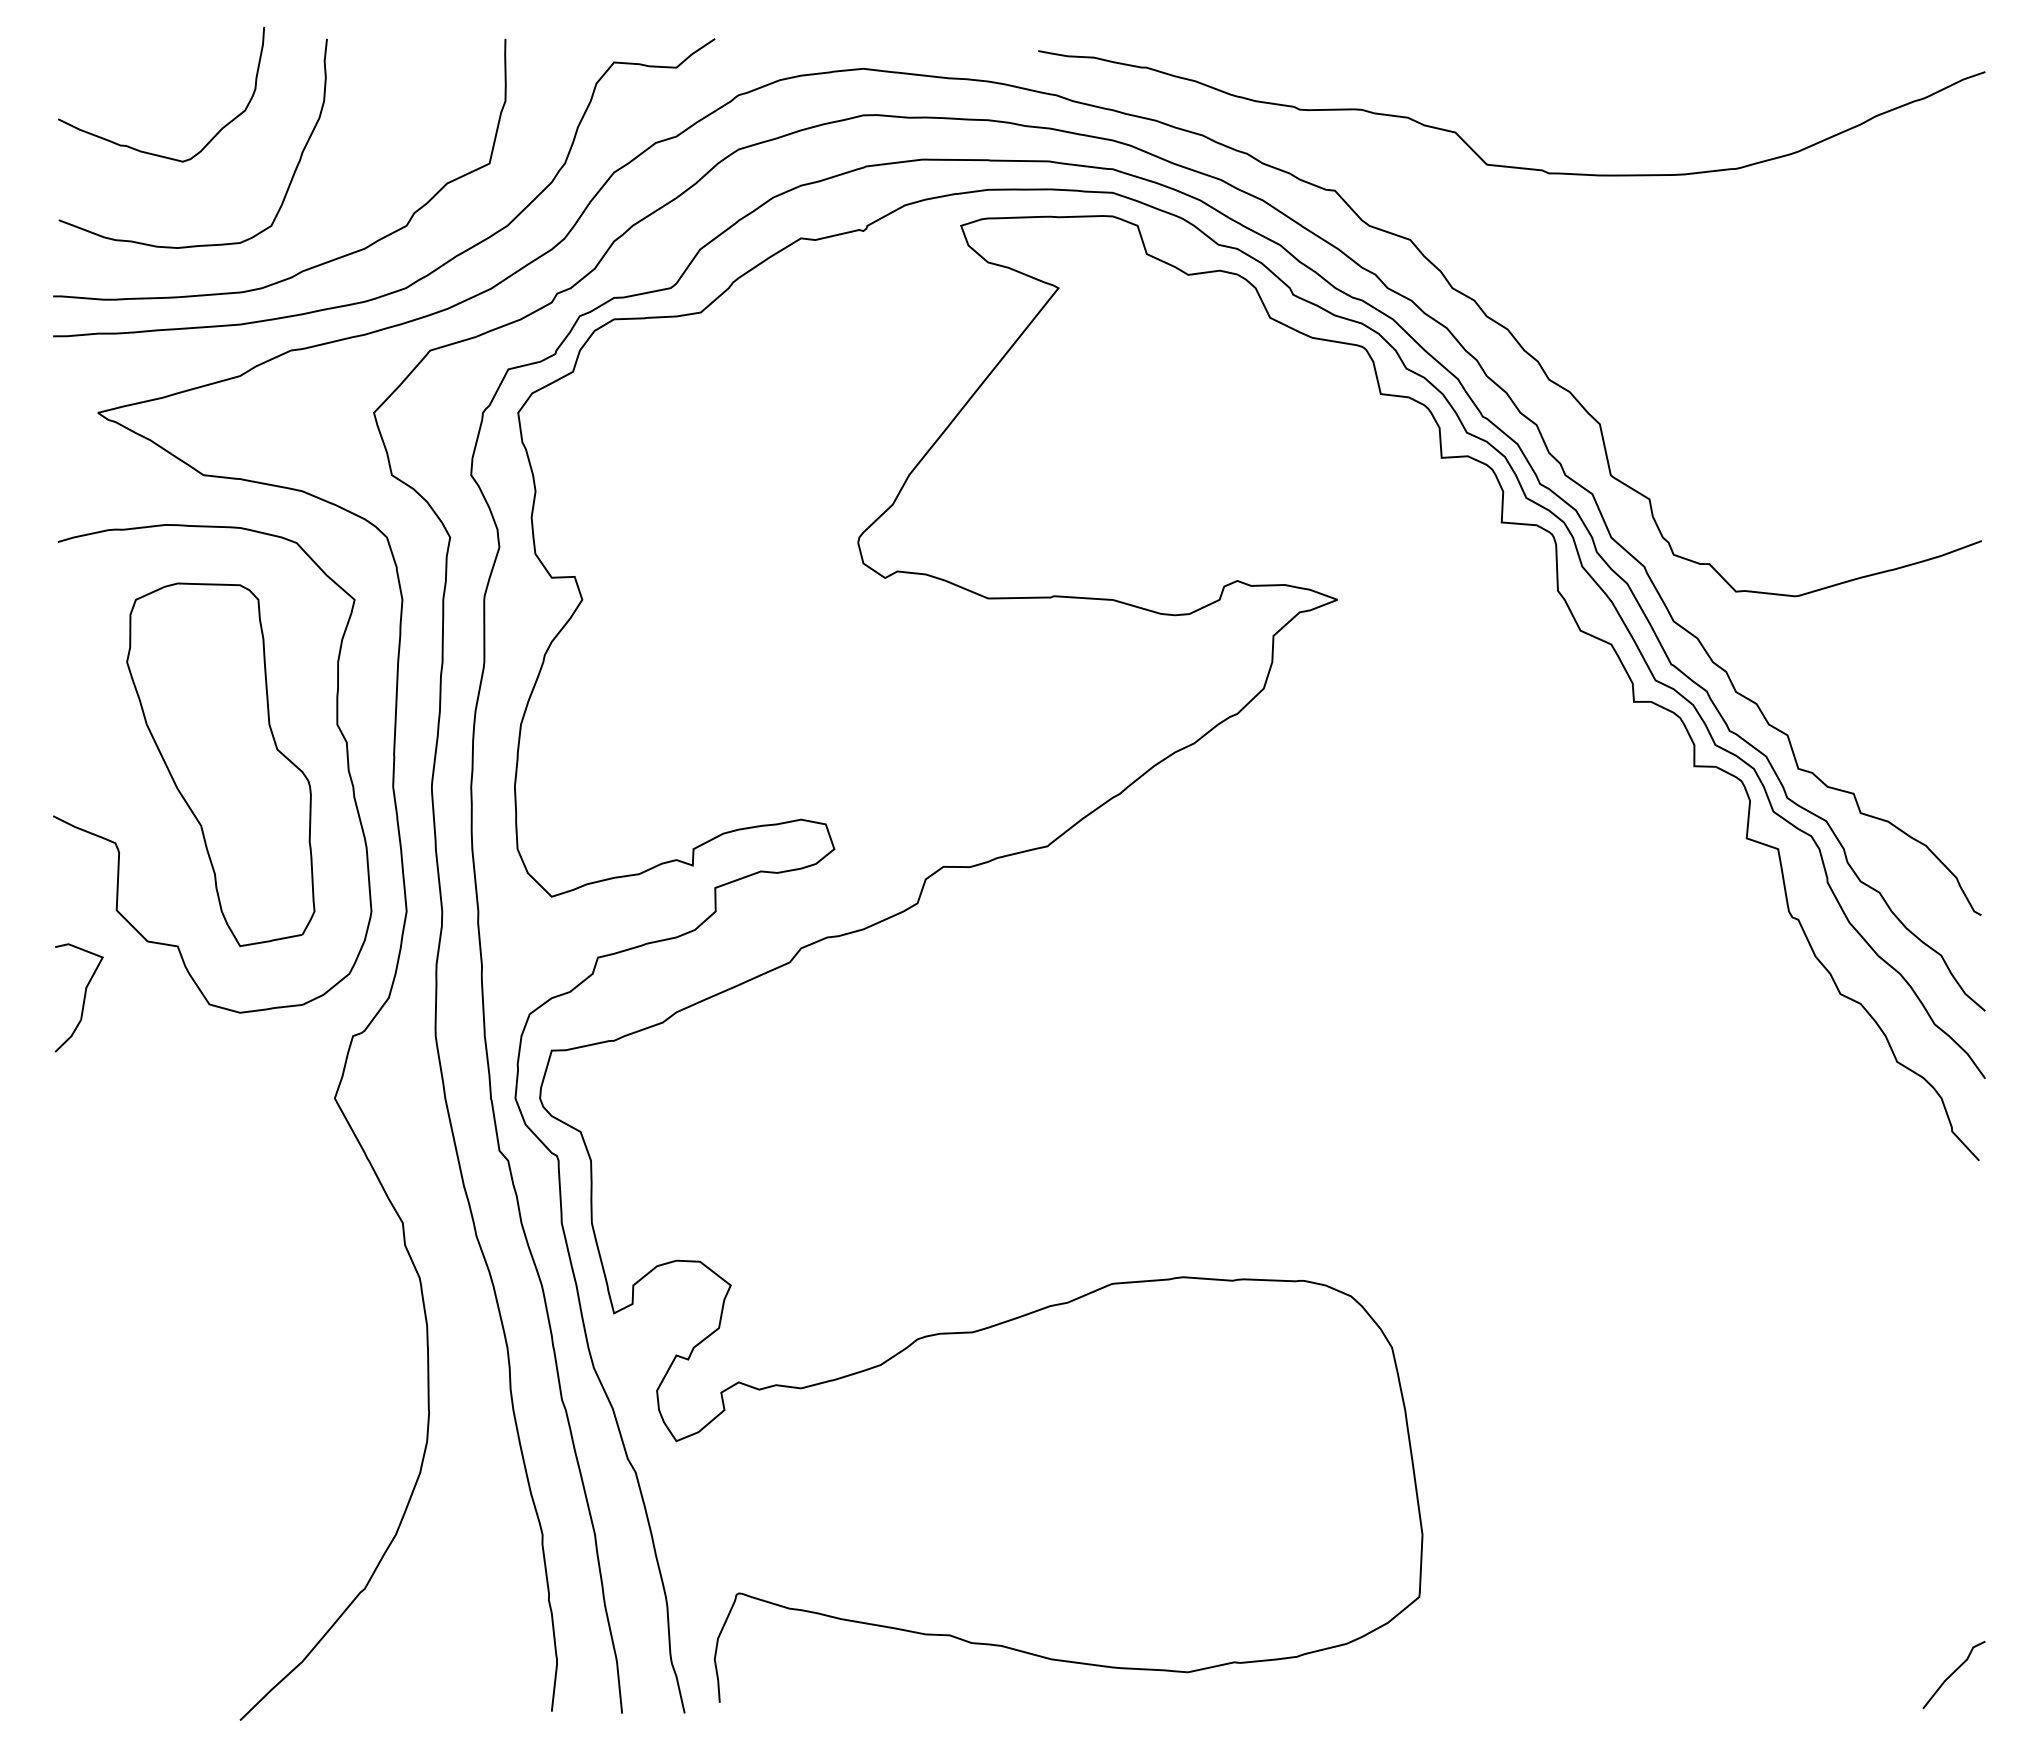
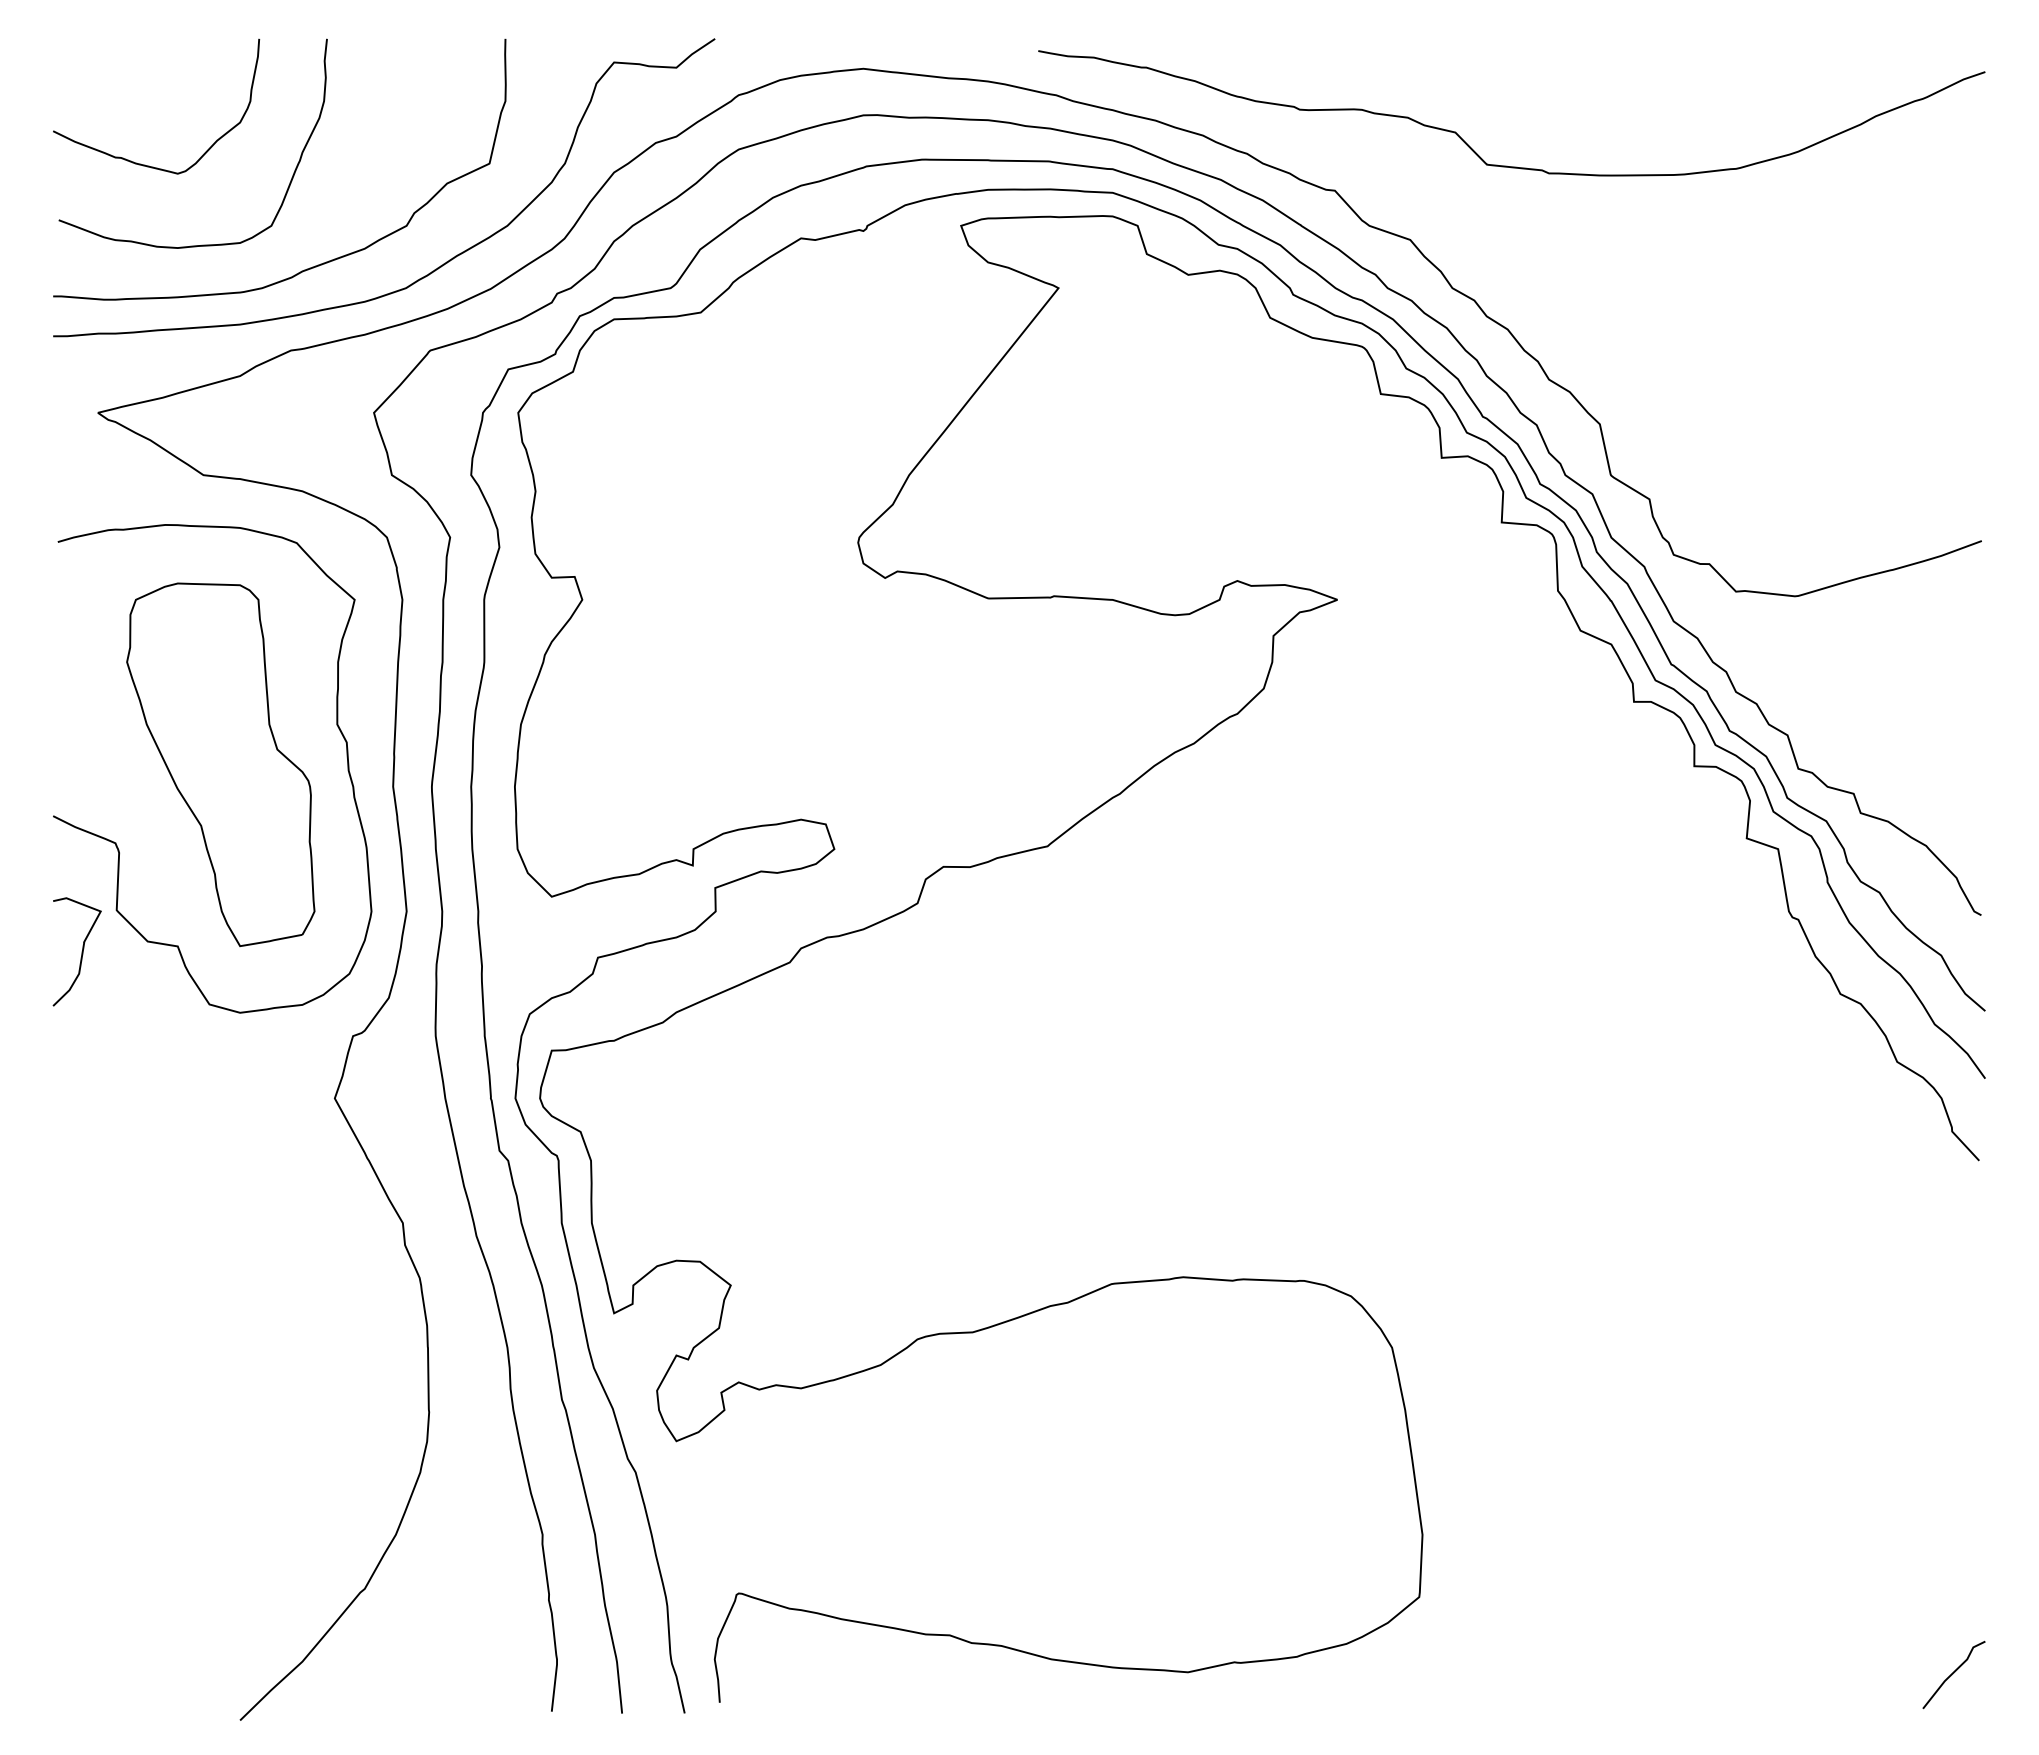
curve at (150, 152) position: (150, 152) -> (145, 164)
curve at (83, 997) position: (83, 997) -> (81, 951)
